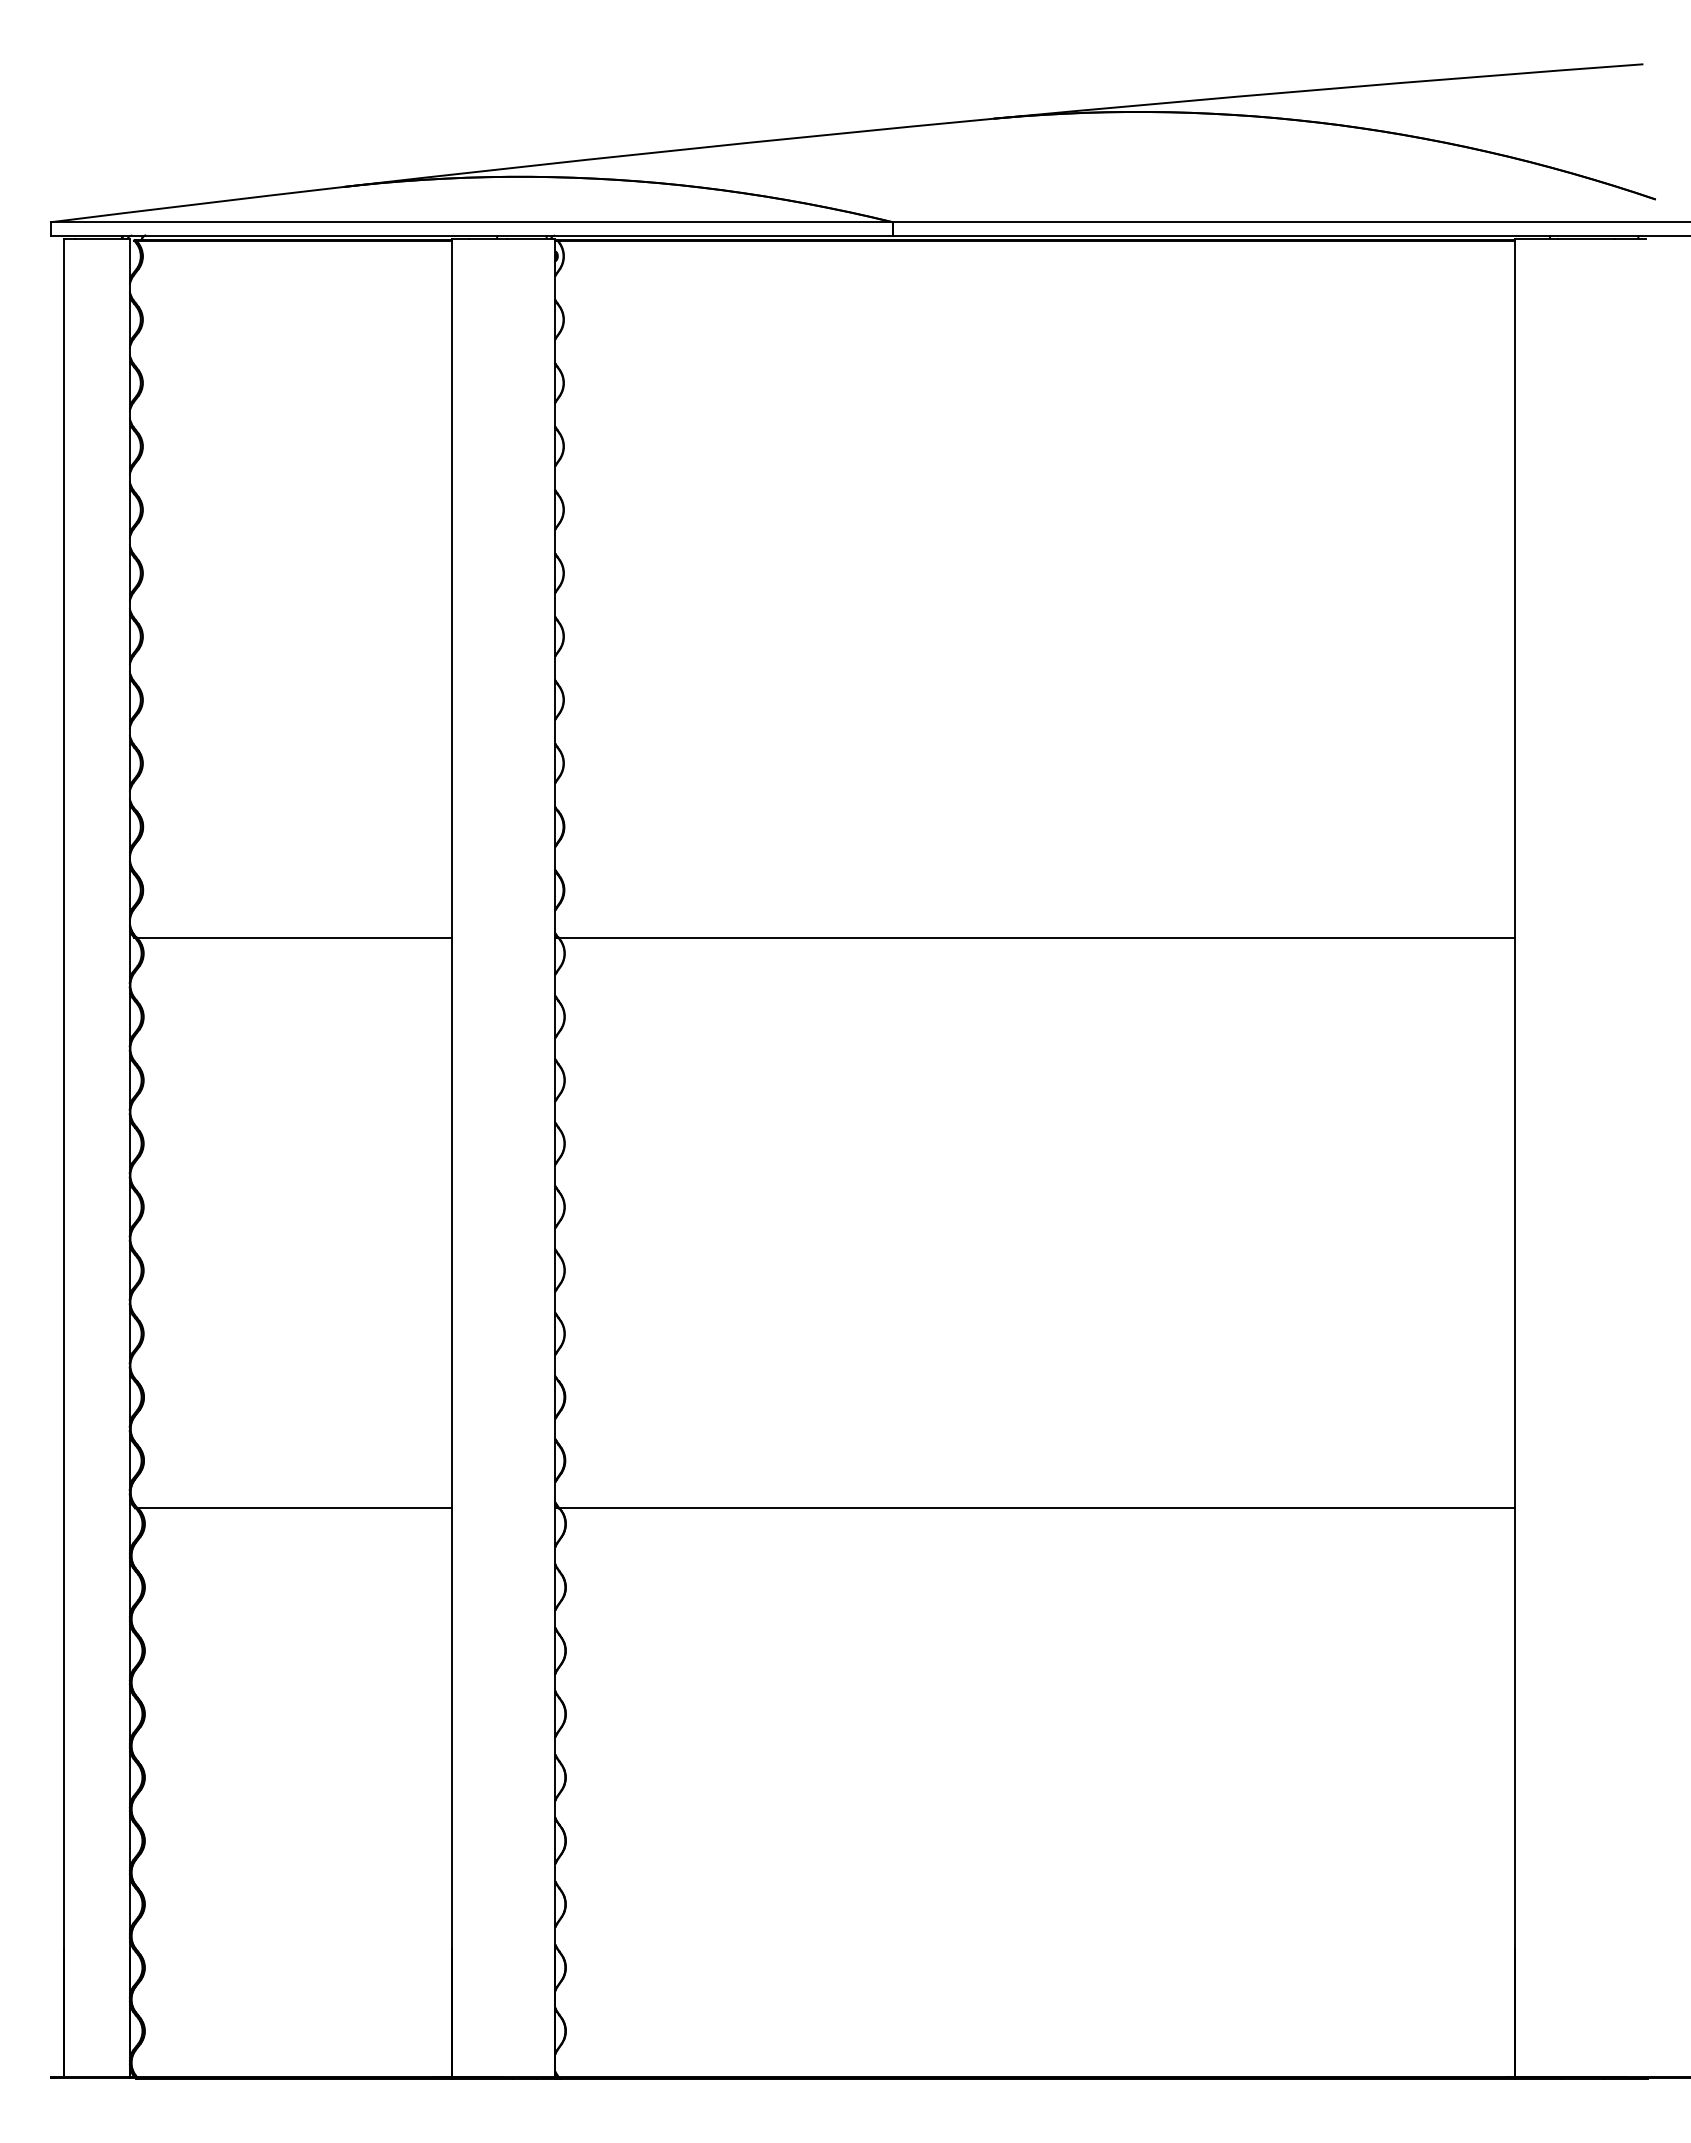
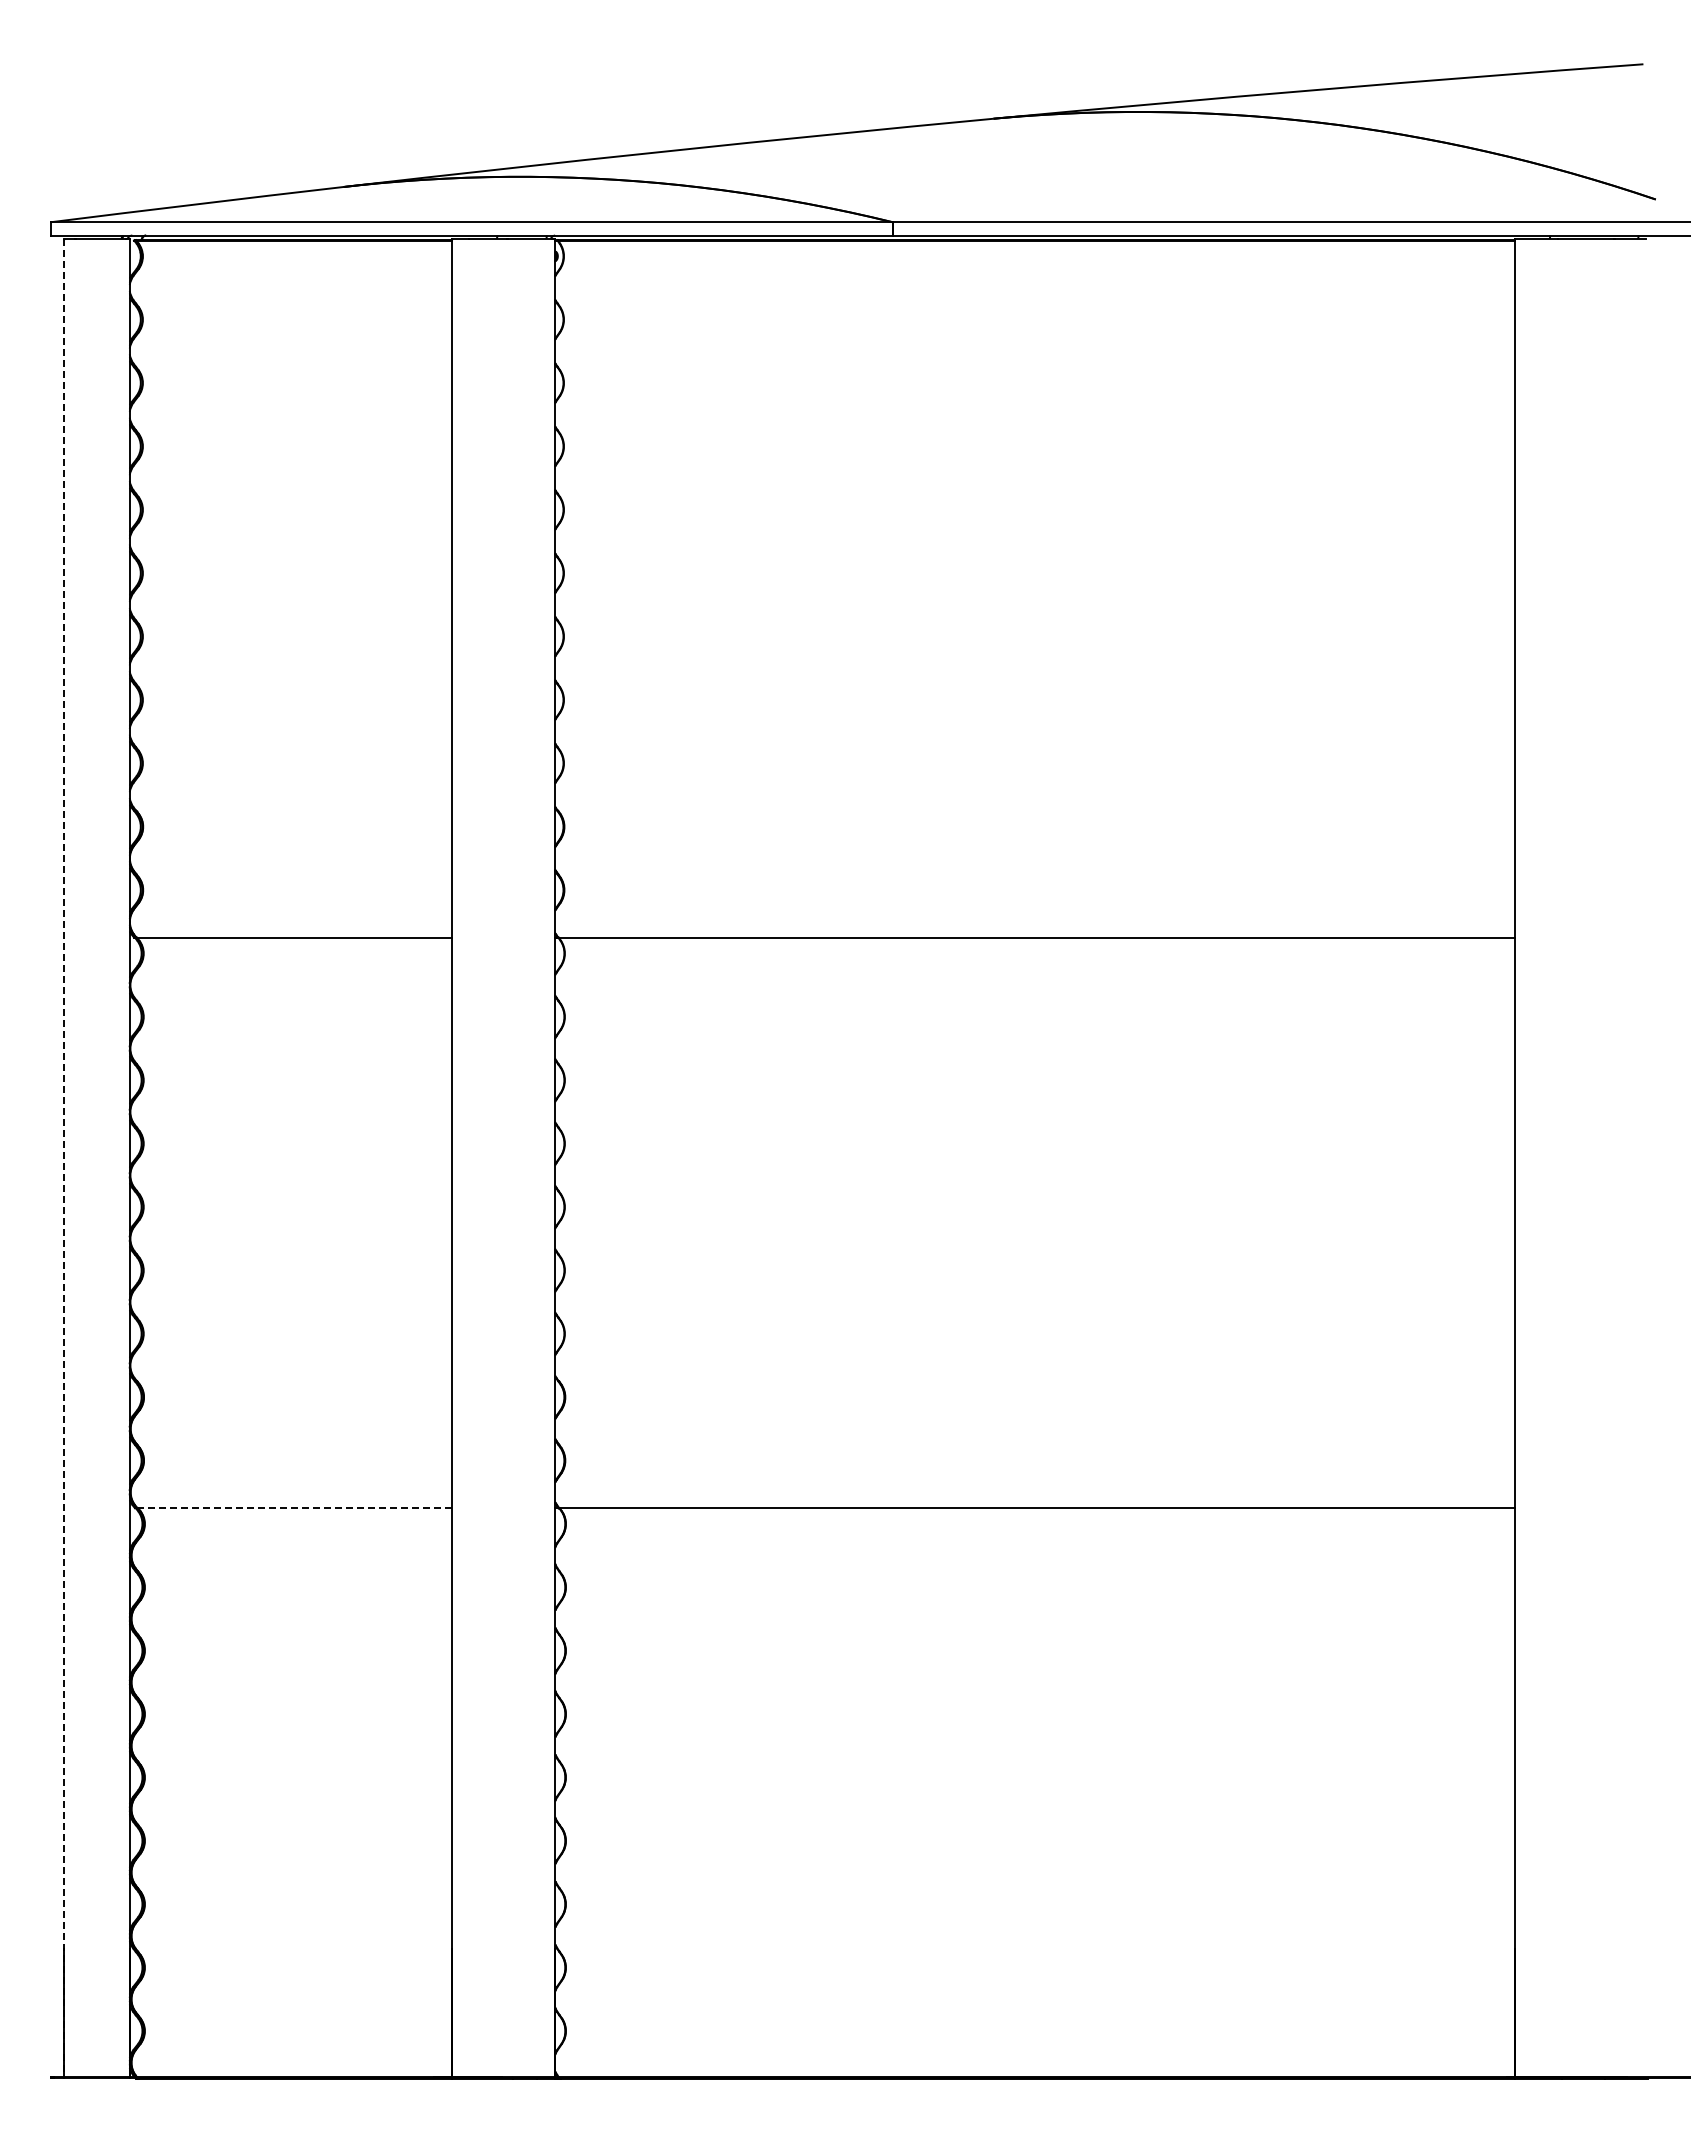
line at (63, 1158): solid -> dashed
line at (295, 1508): solid -> dashed
